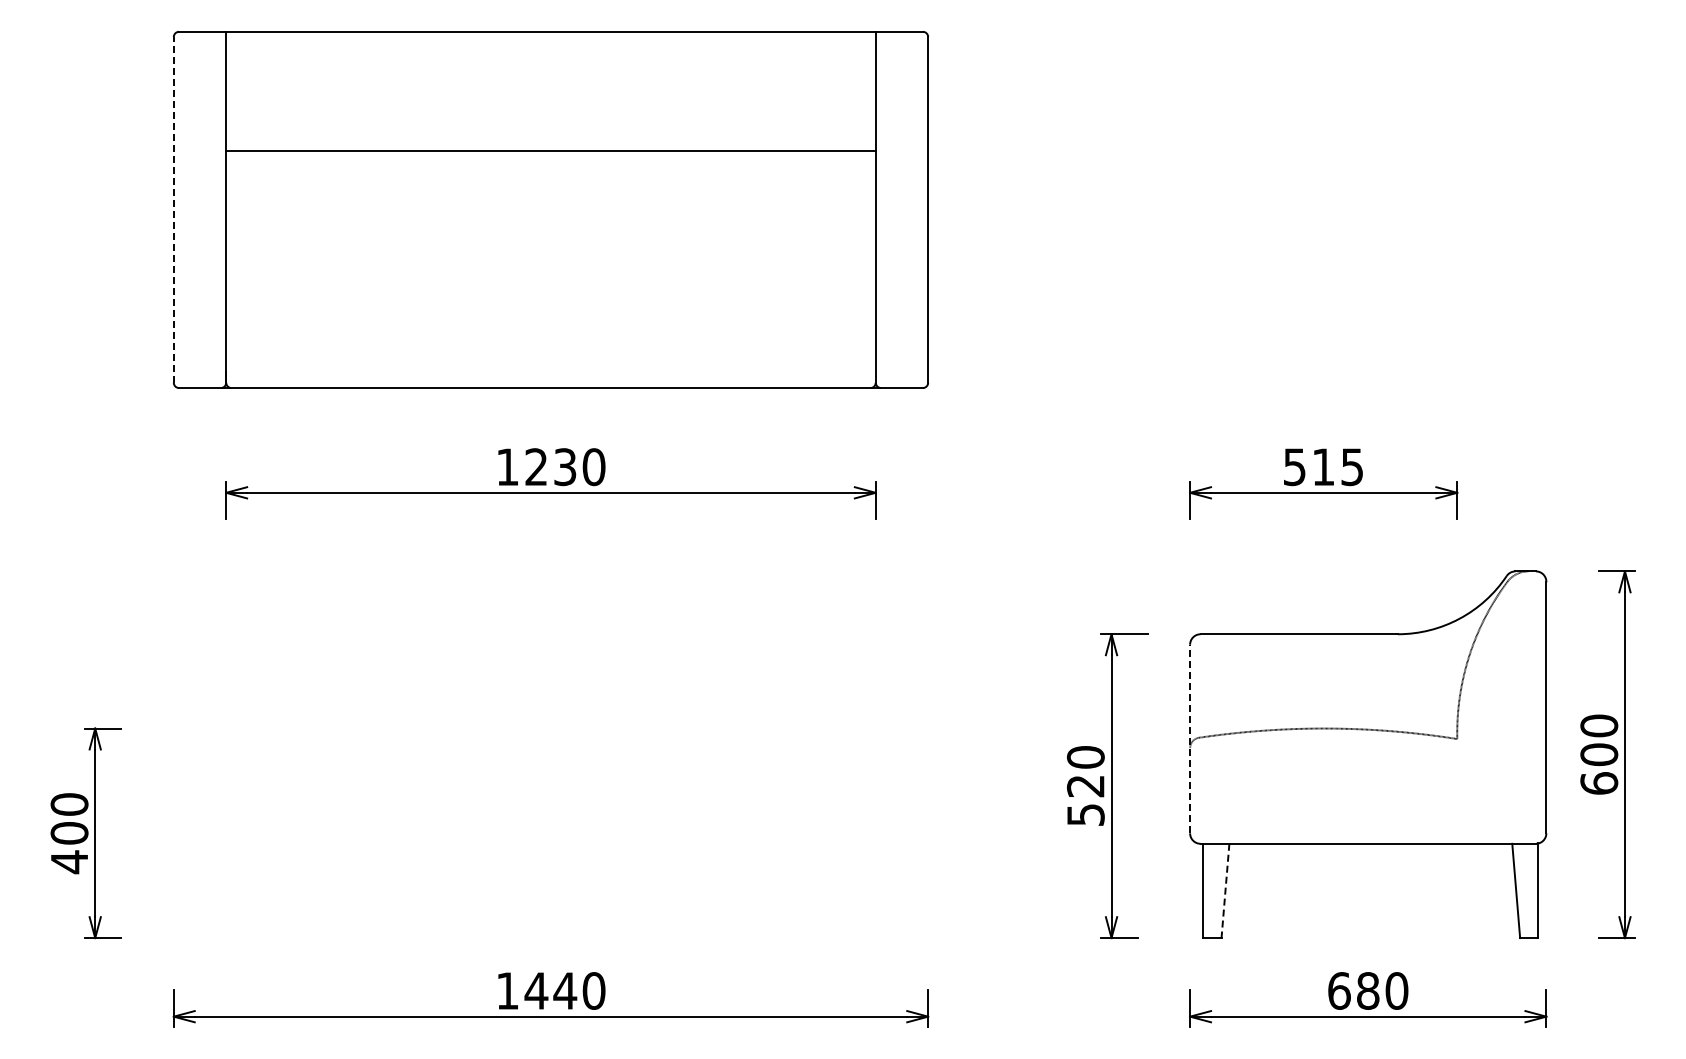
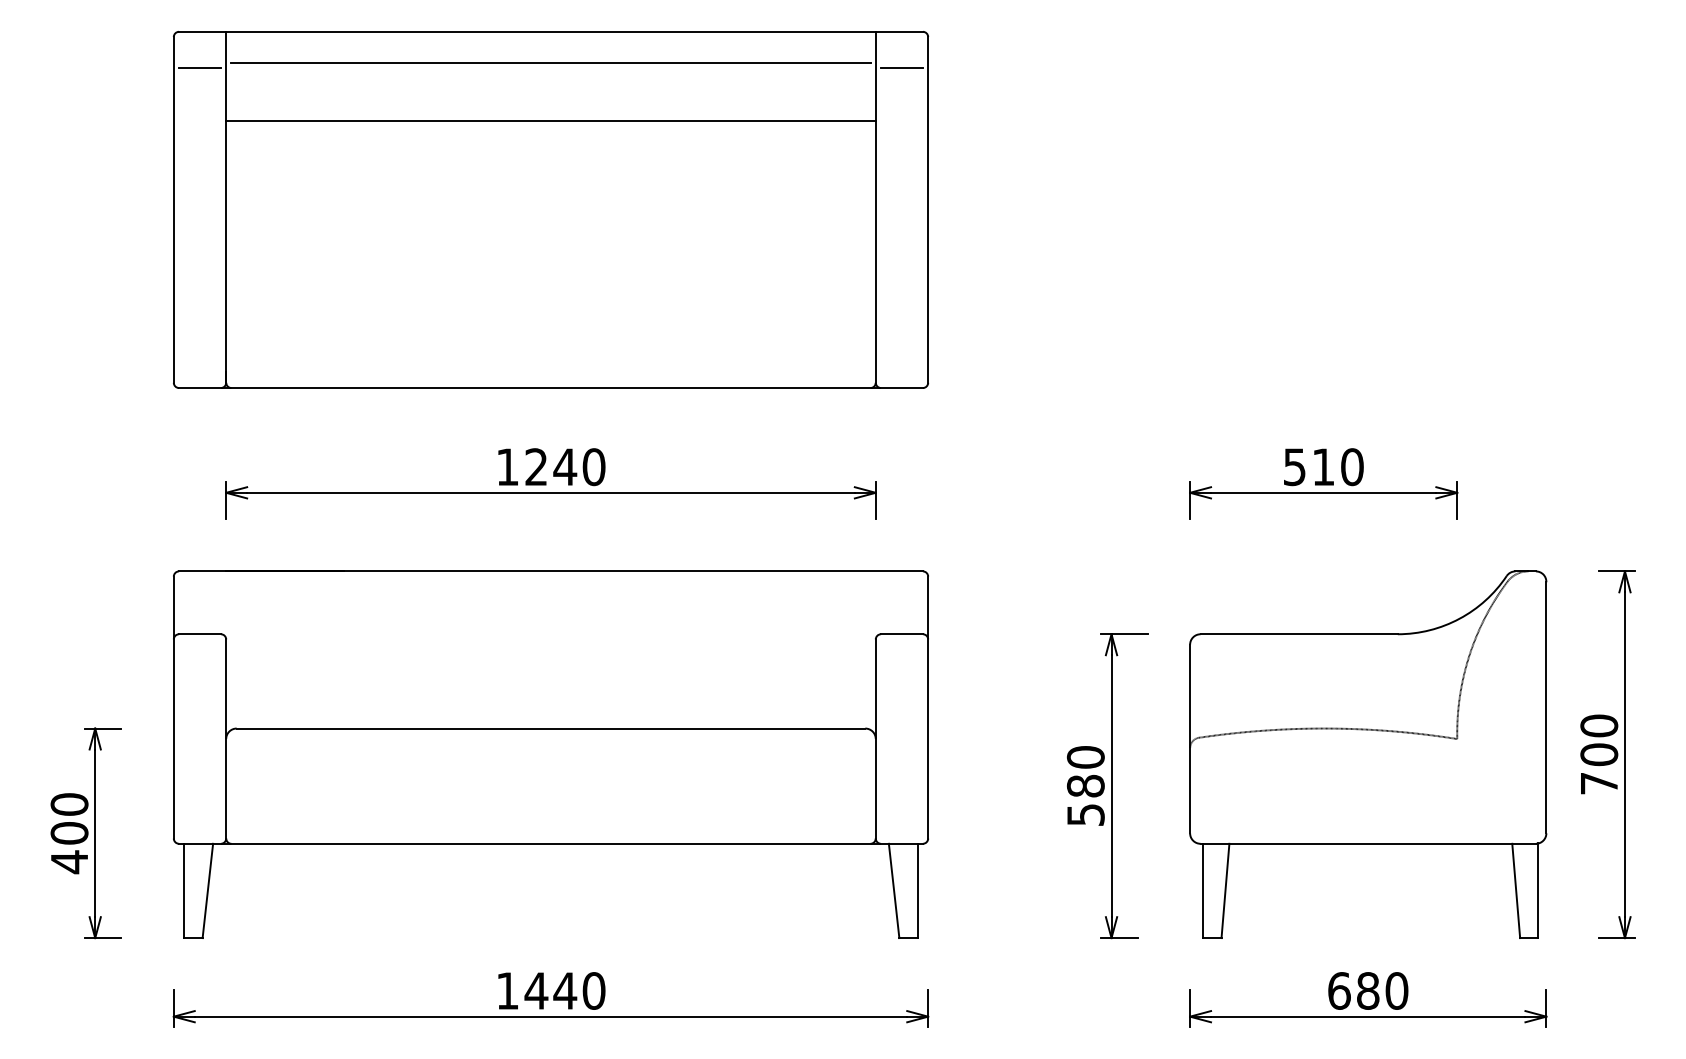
line at (550, 63): none -> present
line at (199, 68): none -> present
line at (901, 68): none -> present
line at (550, 150) position: (550, 150) -> (550, 120)
line at (173, 209): dashed -> solid
text at (565, 467): 1230 -> 1240
text at (1352, 467): 515 -> 510
line at (1190, 738): dashed -> solid
part at (550, 754): none -> present
text at (1599, 783): 600 -> 700
text at (1085, 785): 520 -> 580
line at (1225, 891): dashed -> solid
